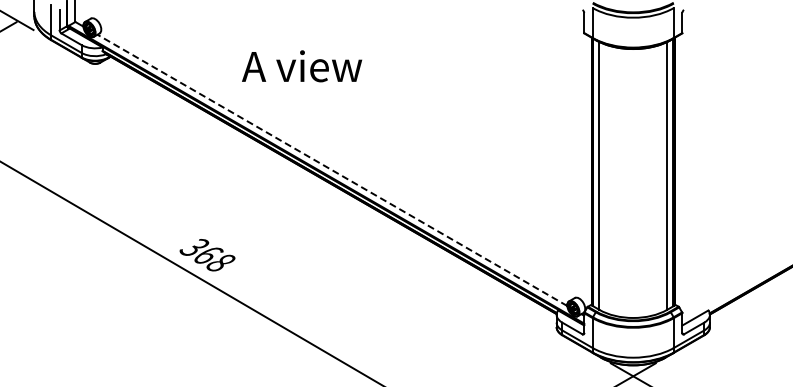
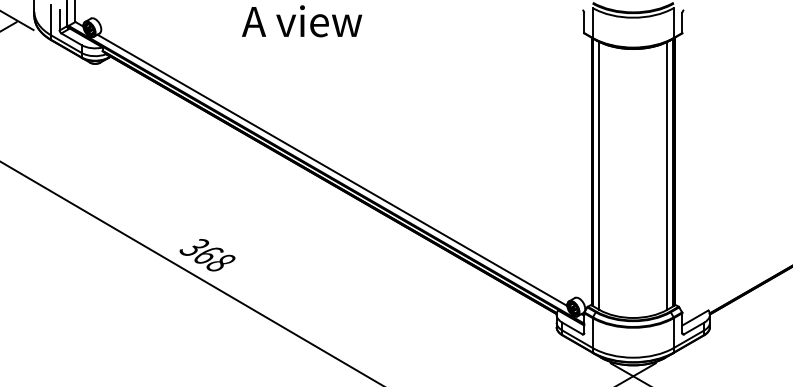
text at (302, 66) position: (302, 66) -> (302, 21)
line at (331, 170): dashed -> solid
